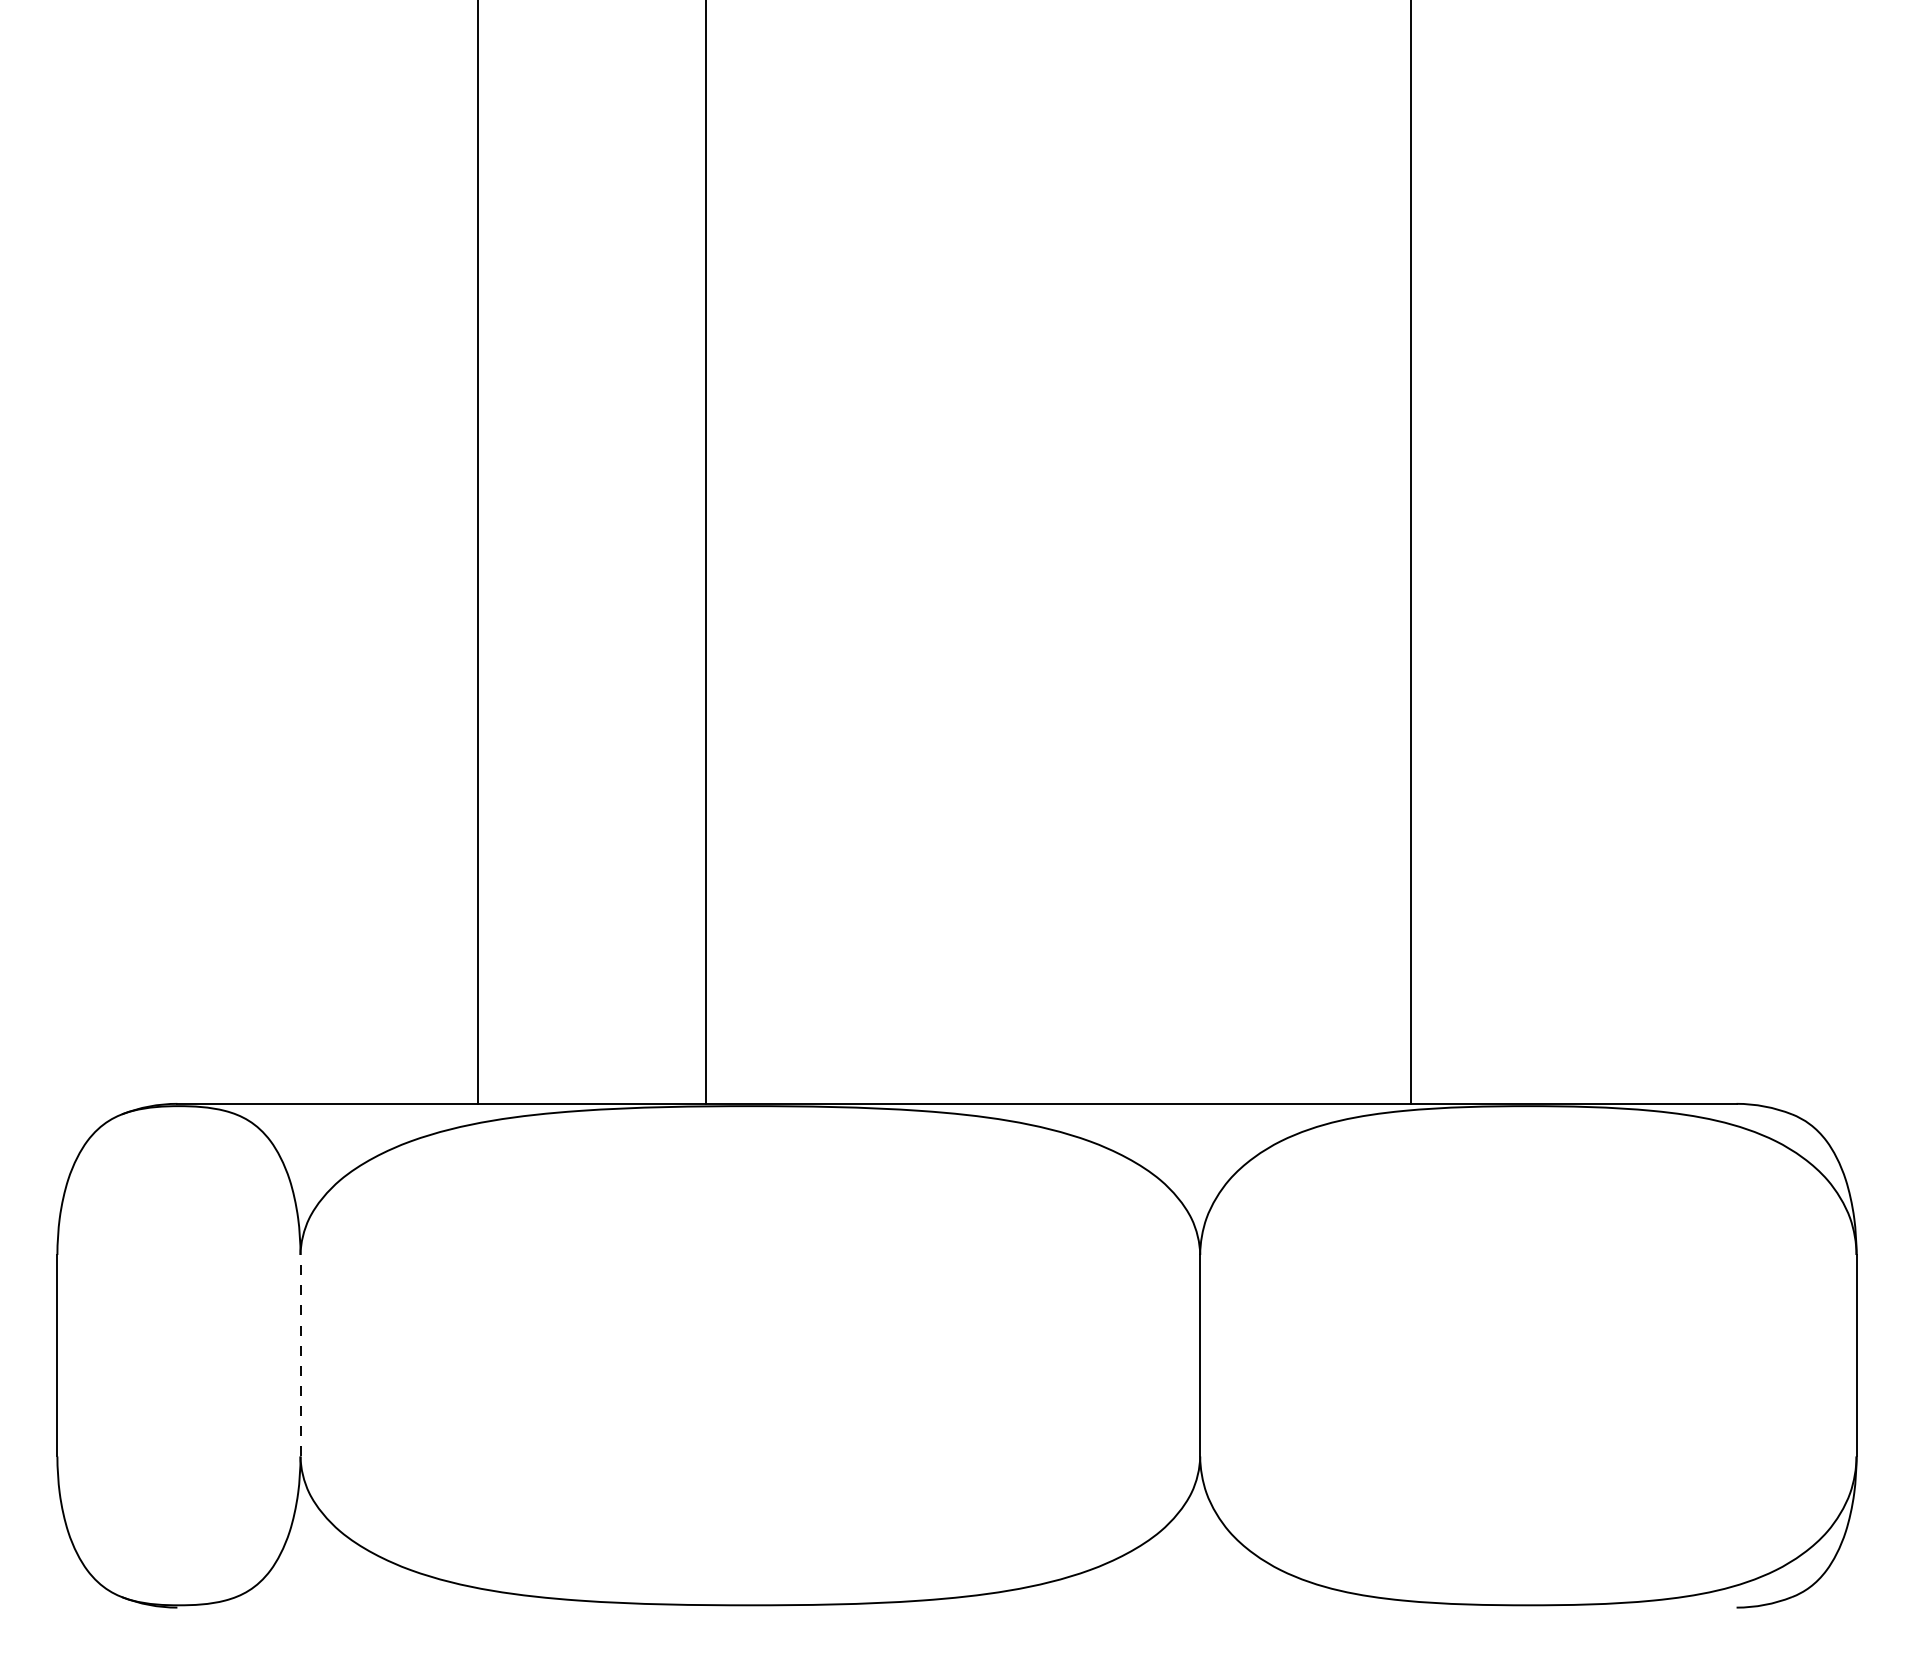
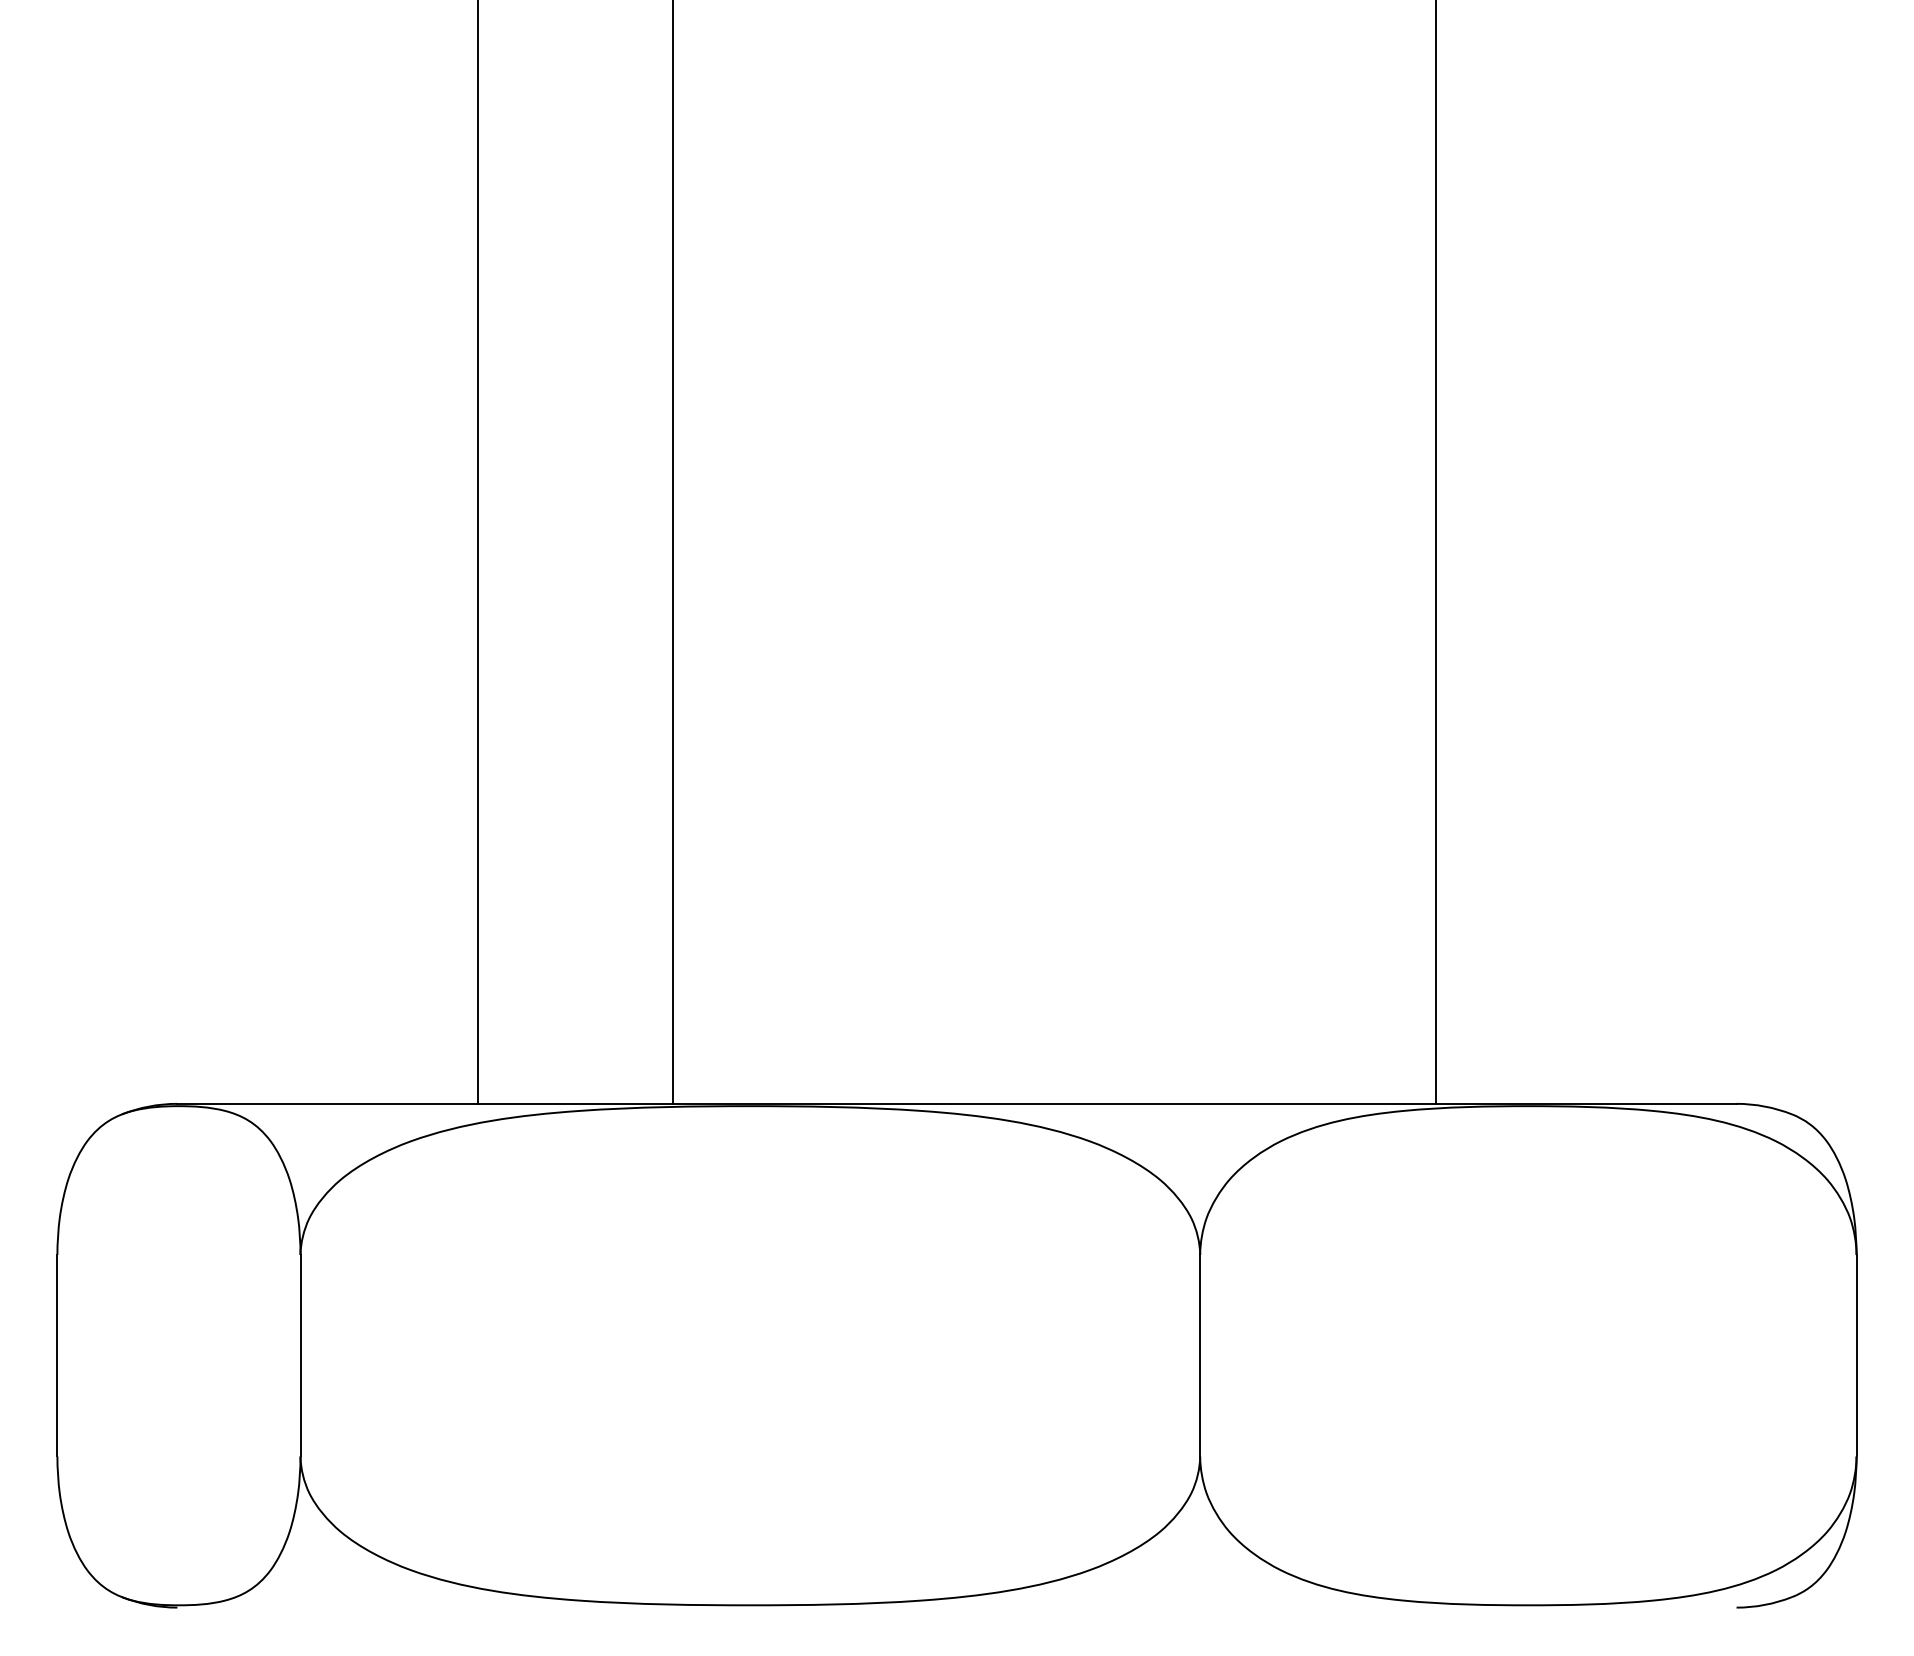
line at (706, 552) position: (706, 552) -> (673, 552)
line at (1411, 552) position: (1411, 552) -> (1436, 552)
line at (300, 1355): dashed -> solid
